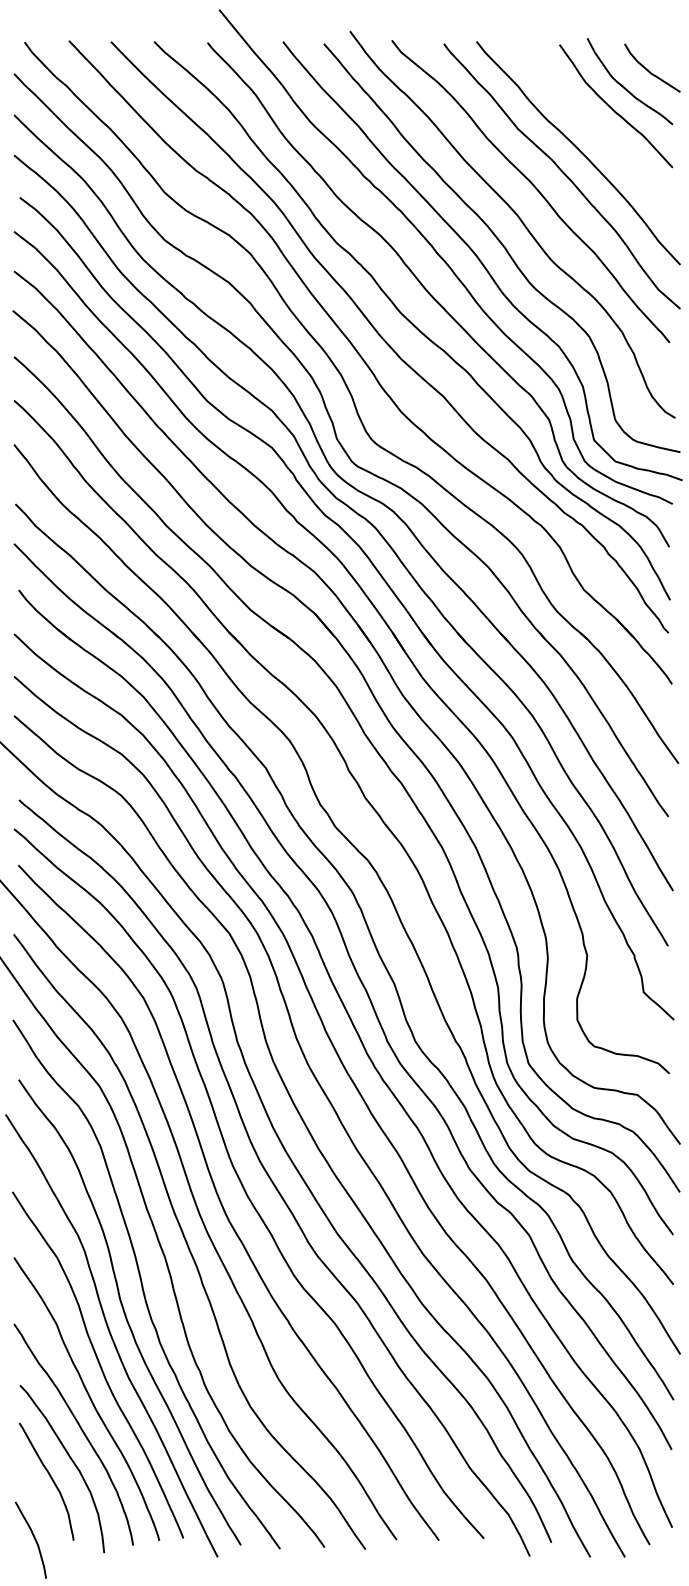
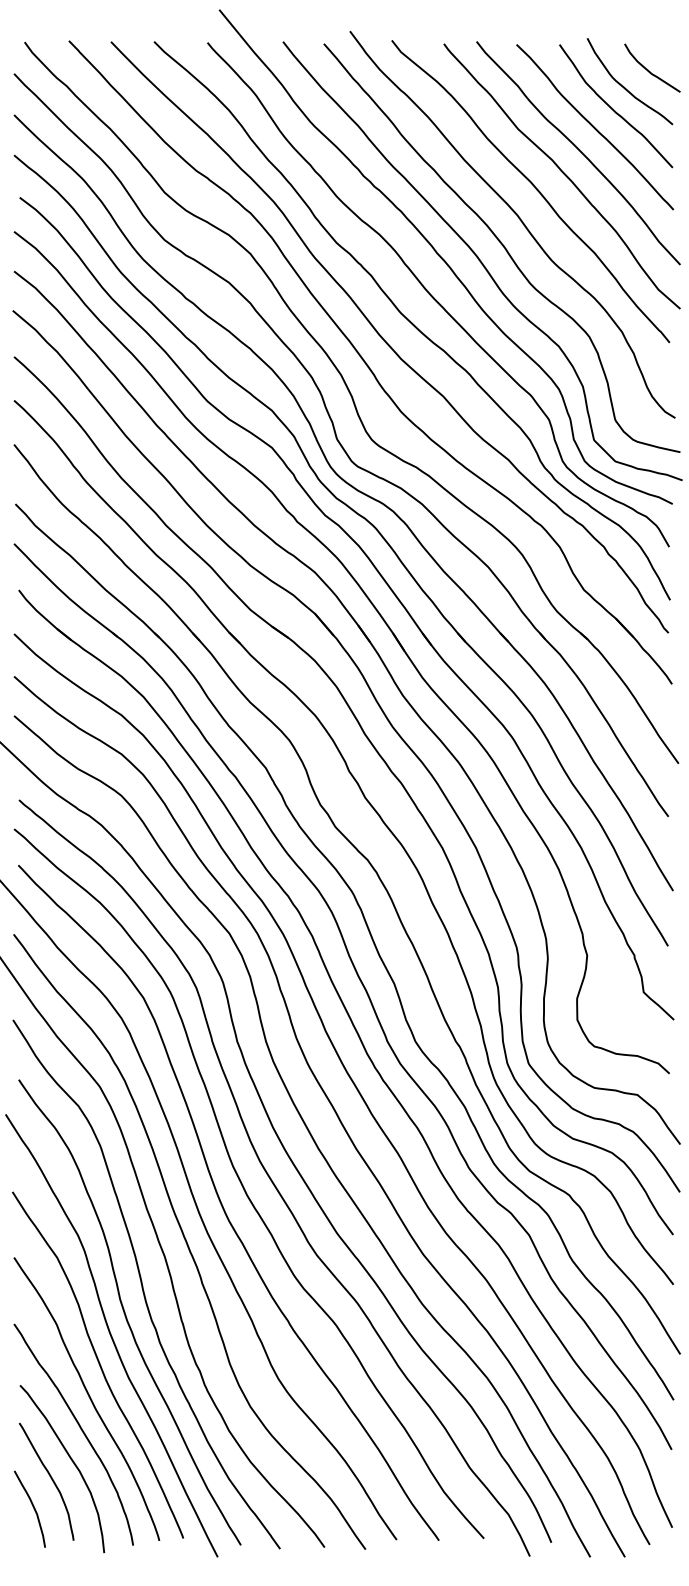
curve at (595, 127): none -> present
curve at (33, 1537) position: (33, 1537) -> (32, 1506)
